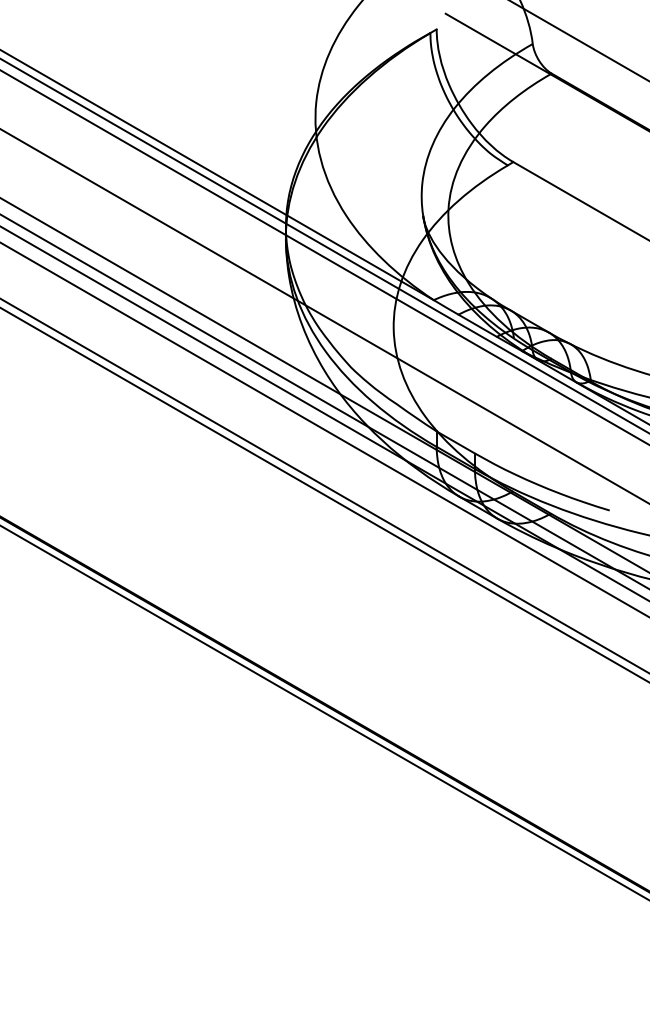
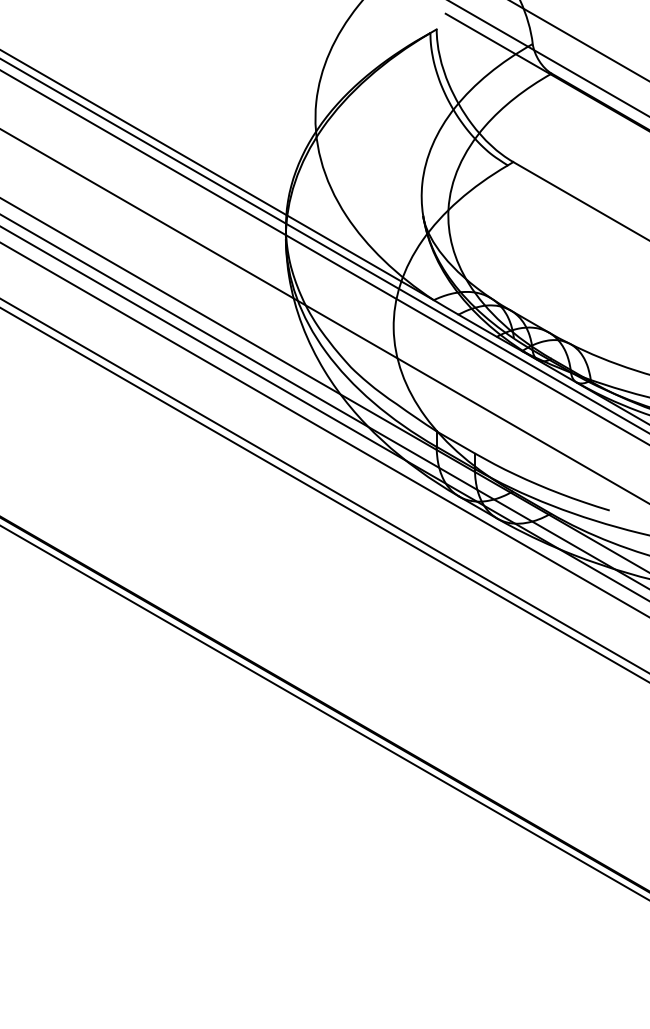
line at (548, 58): none -> present
